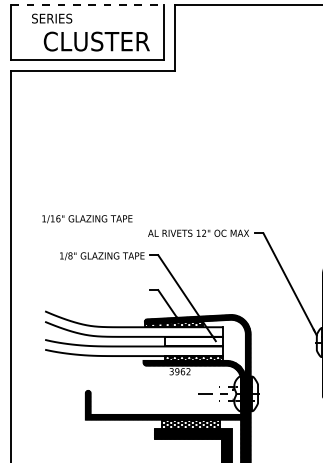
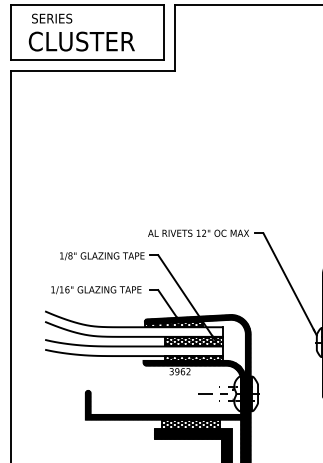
line at (87, 5): dashed -> solid
text at (96, 41) position: (96, 41) -> (81, 41)
text at (87, 219) position: (87, 219) -> (96, 290)
hatch at (193, 341): none -> present
